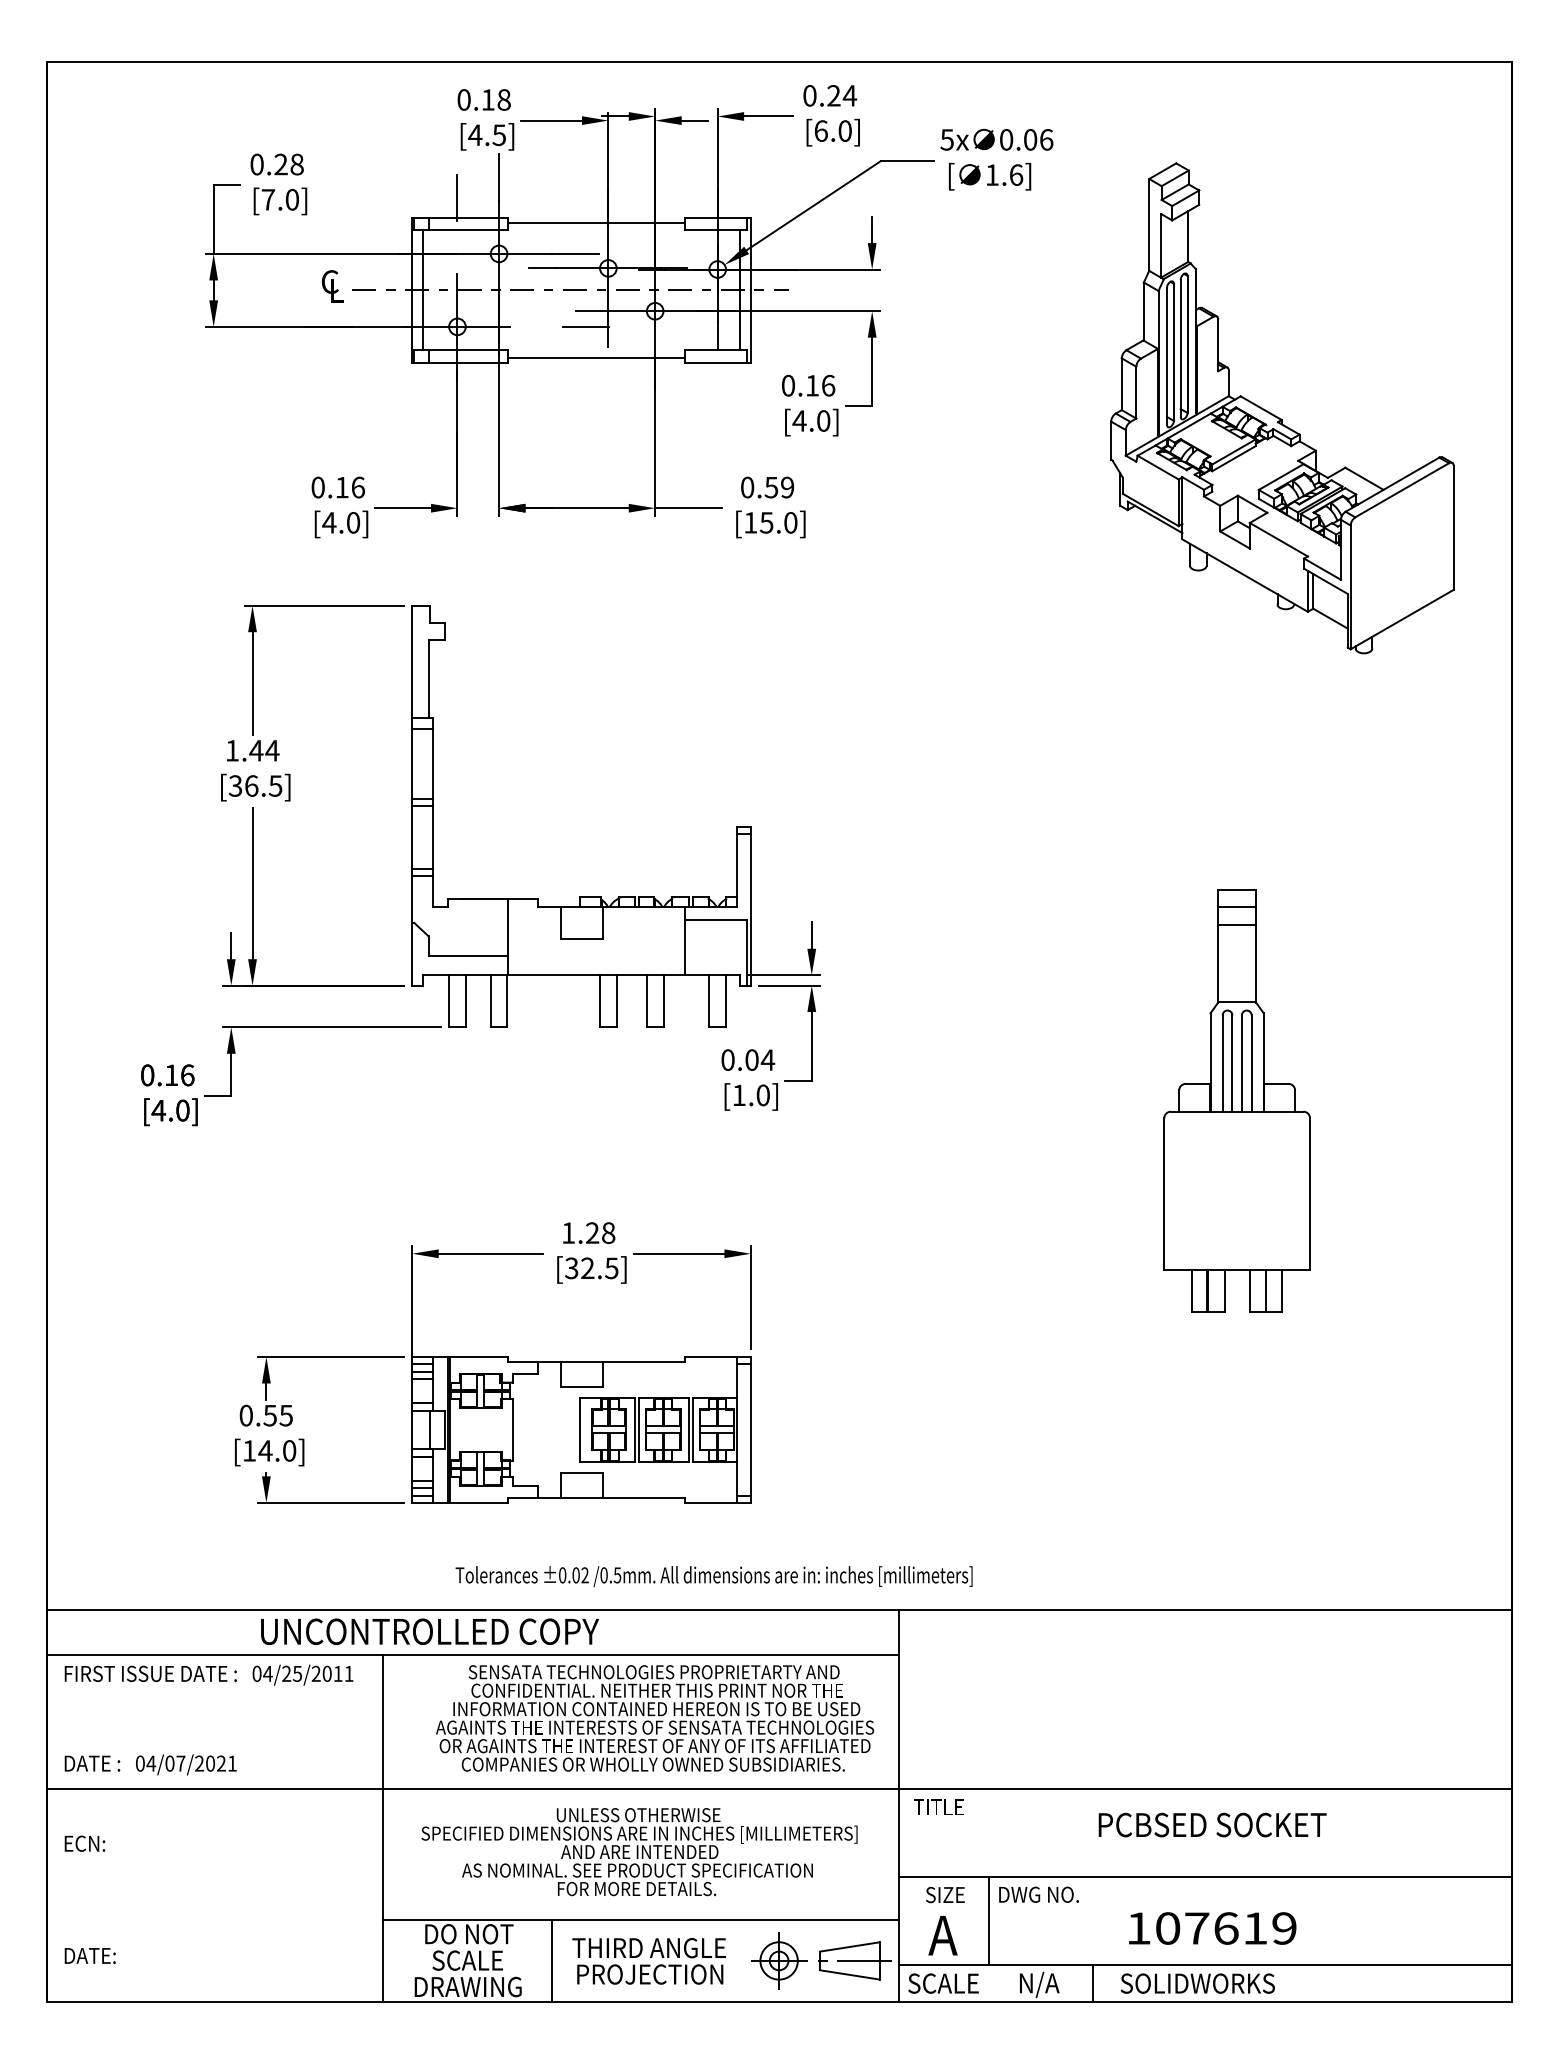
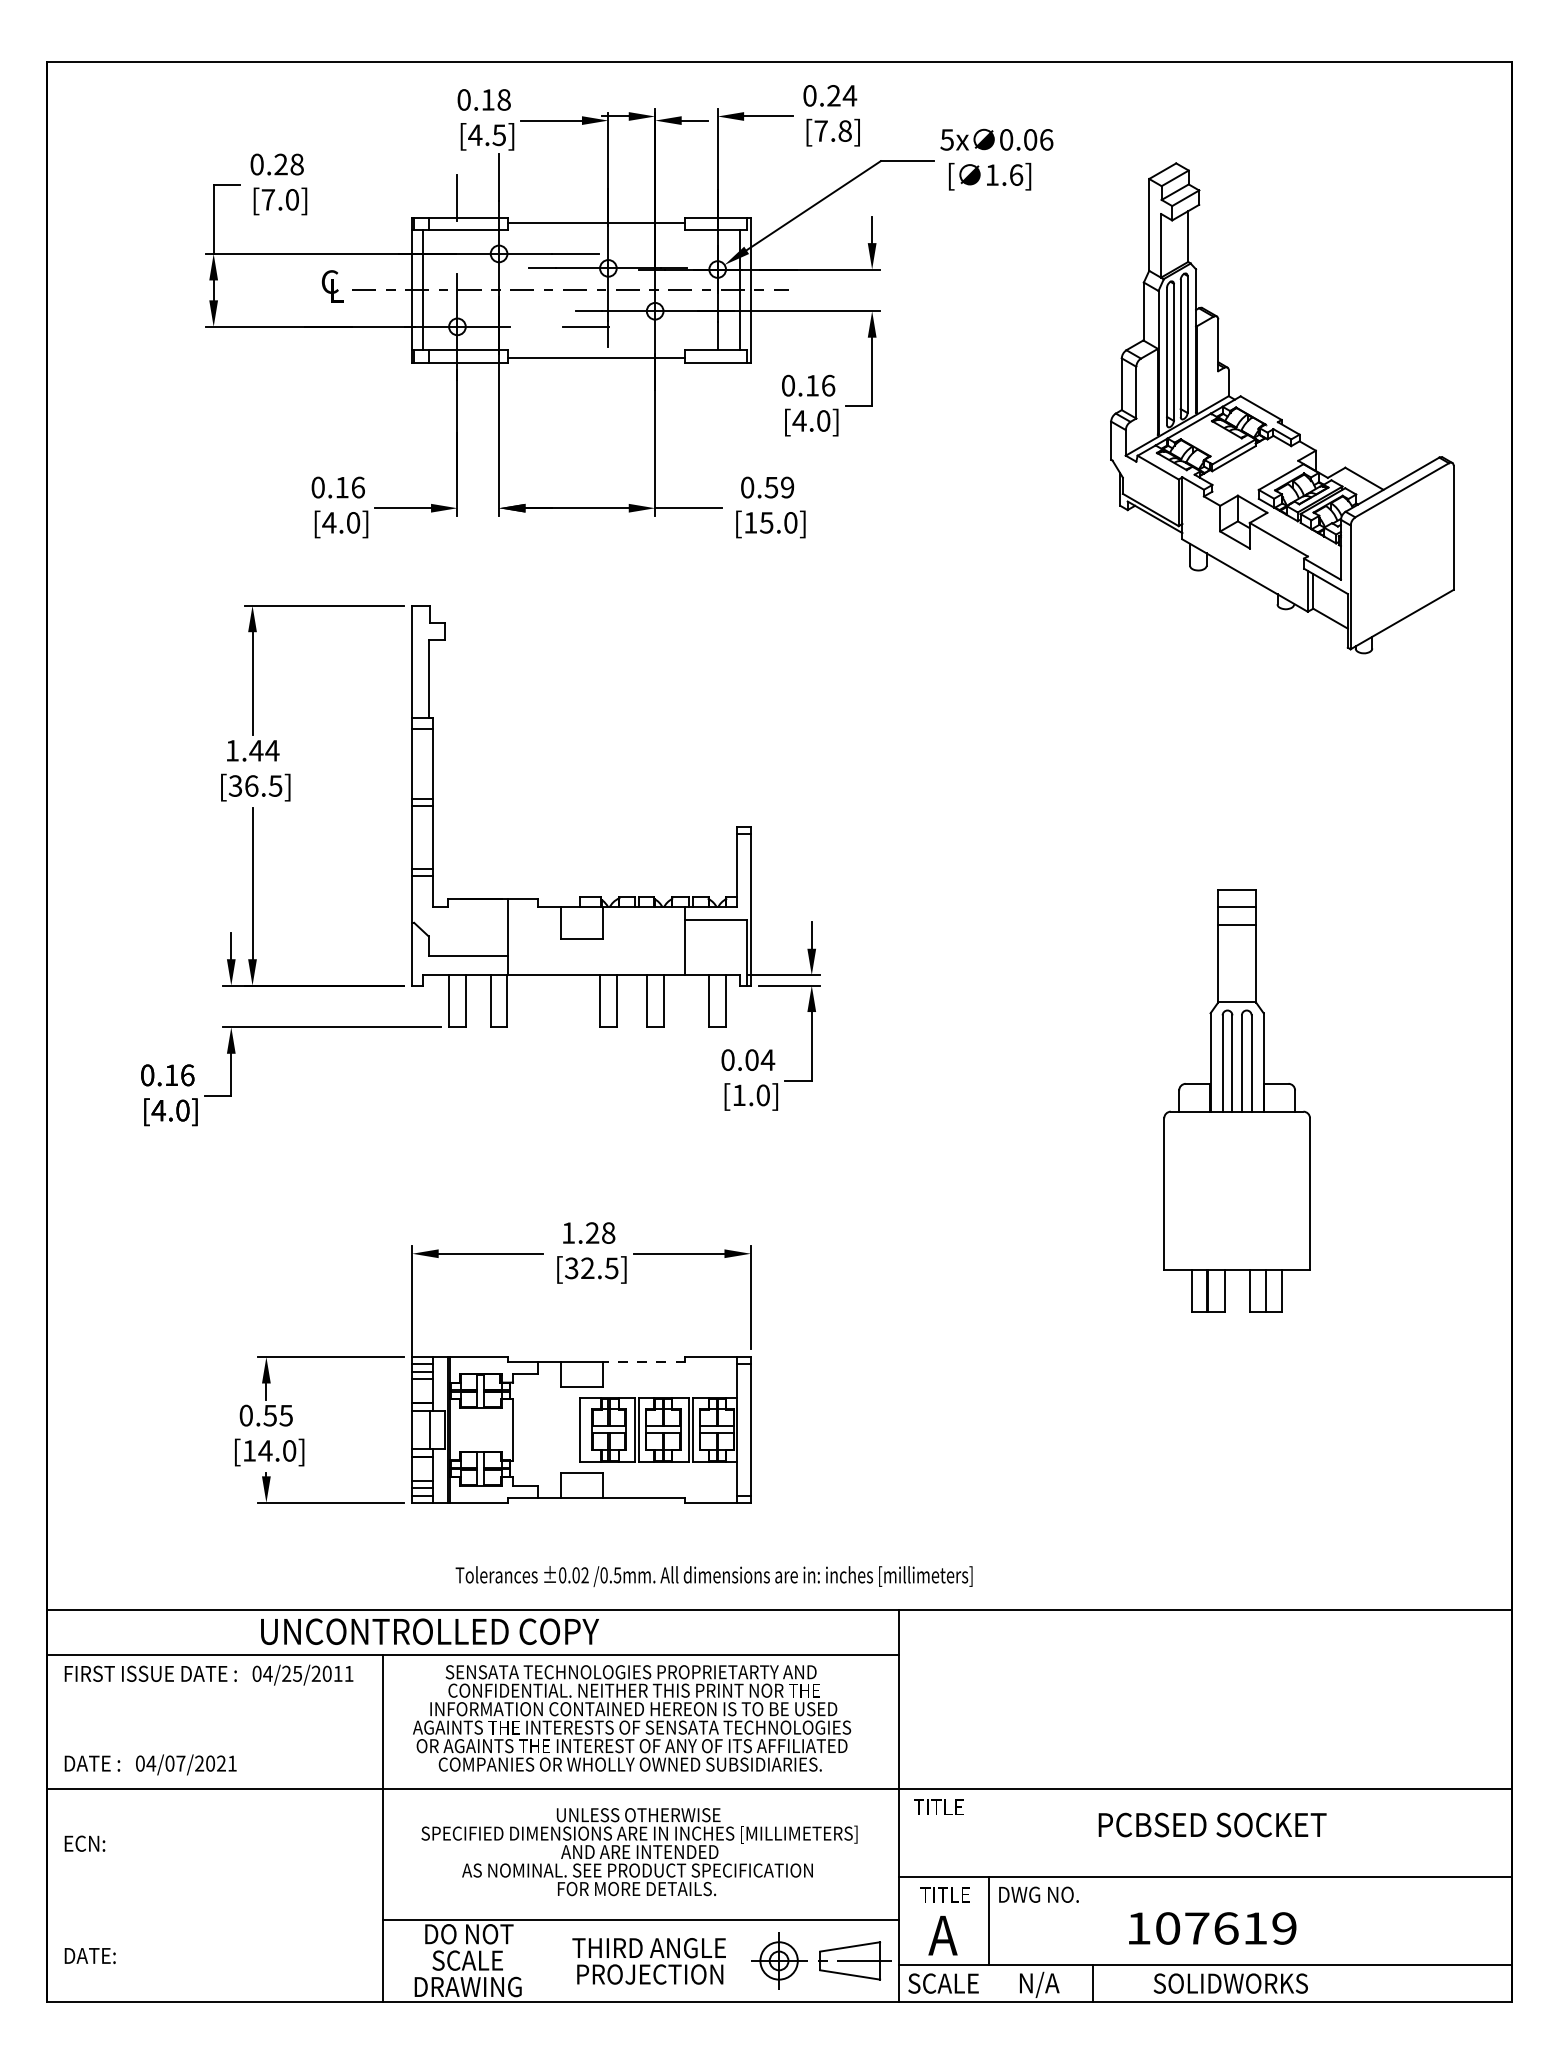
text at (832, 130): [6.0] -> [7.8]
line at (643, 1362): solid -> dashed
text at (655, 1718) position: (655, 1718) -> (632, 1718)
text at (944, 1894): SIZE -> TITLE
line at (551, 1960): present -> none
text at (1197, 1983) position: (1197, 1983) -> (1230, 1983)
